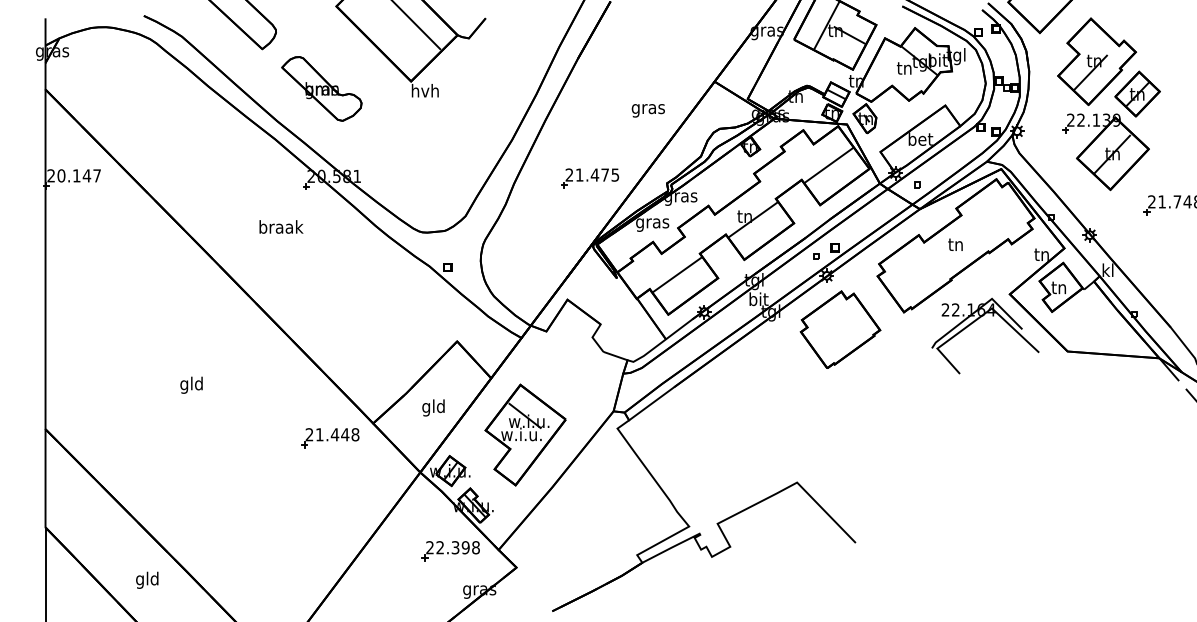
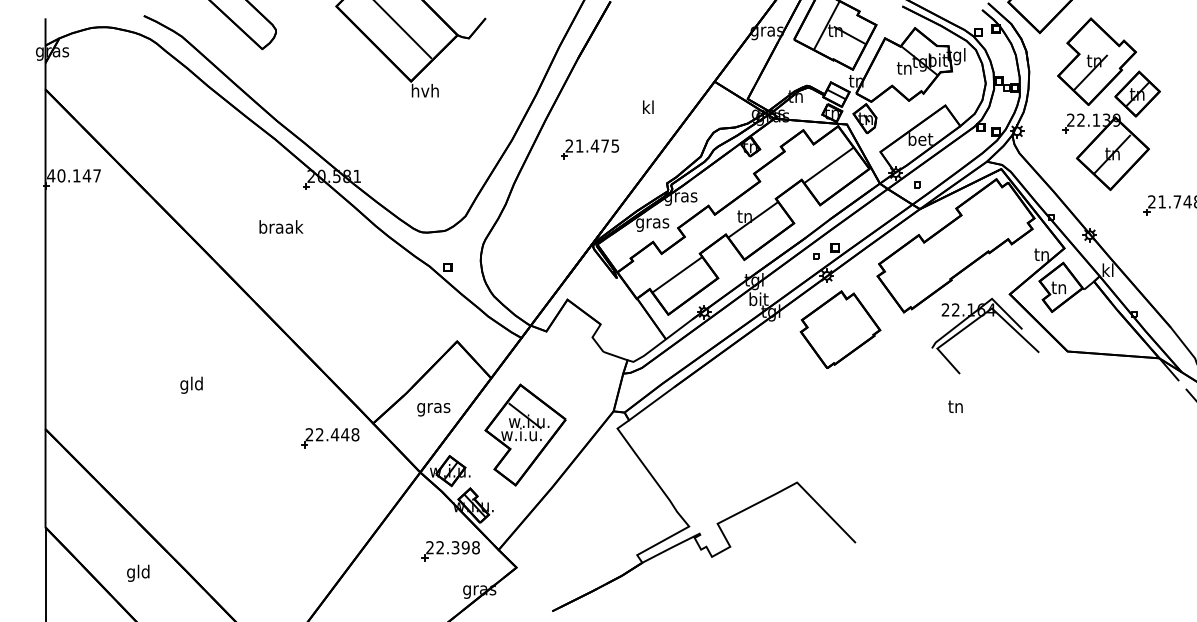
line at (416, 25) position: (416, 25) -> (403, 30)
part at (321, 88): present -> none
text at (647, 108): gras -> kl
text at (51, 175): 20.147 -> 40.147
part at (590, 178) position: (590, 178) -> (590, 149)
text at (955, 244) position: (955, 244) -> (955, 406)
text at (433, 407): gld -> gras
text at (319, 434): 21.448 -> 22.448
text at (147, 579) position: (147, 579) -> (138, 572)
